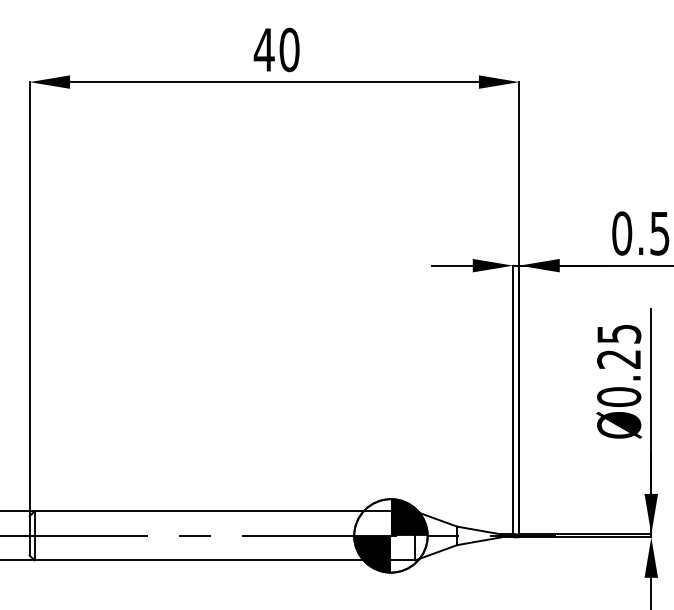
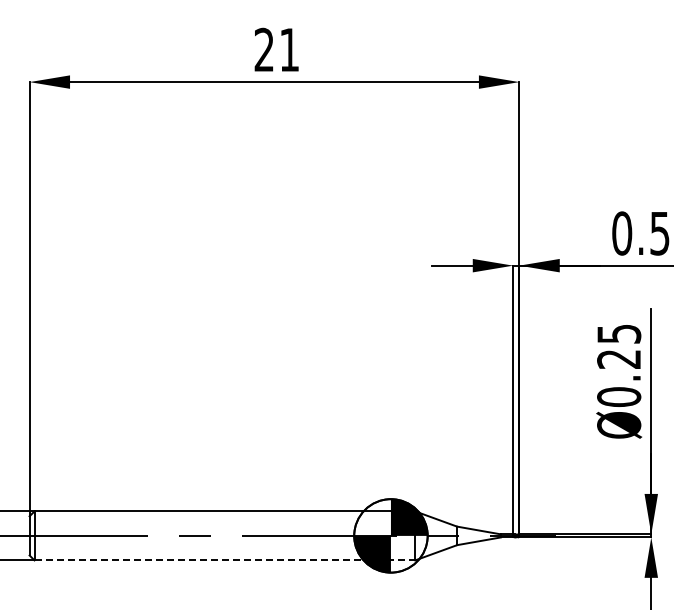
text at (276, 49): 40 -> 21
line at (225, 560): solid -> dashed
